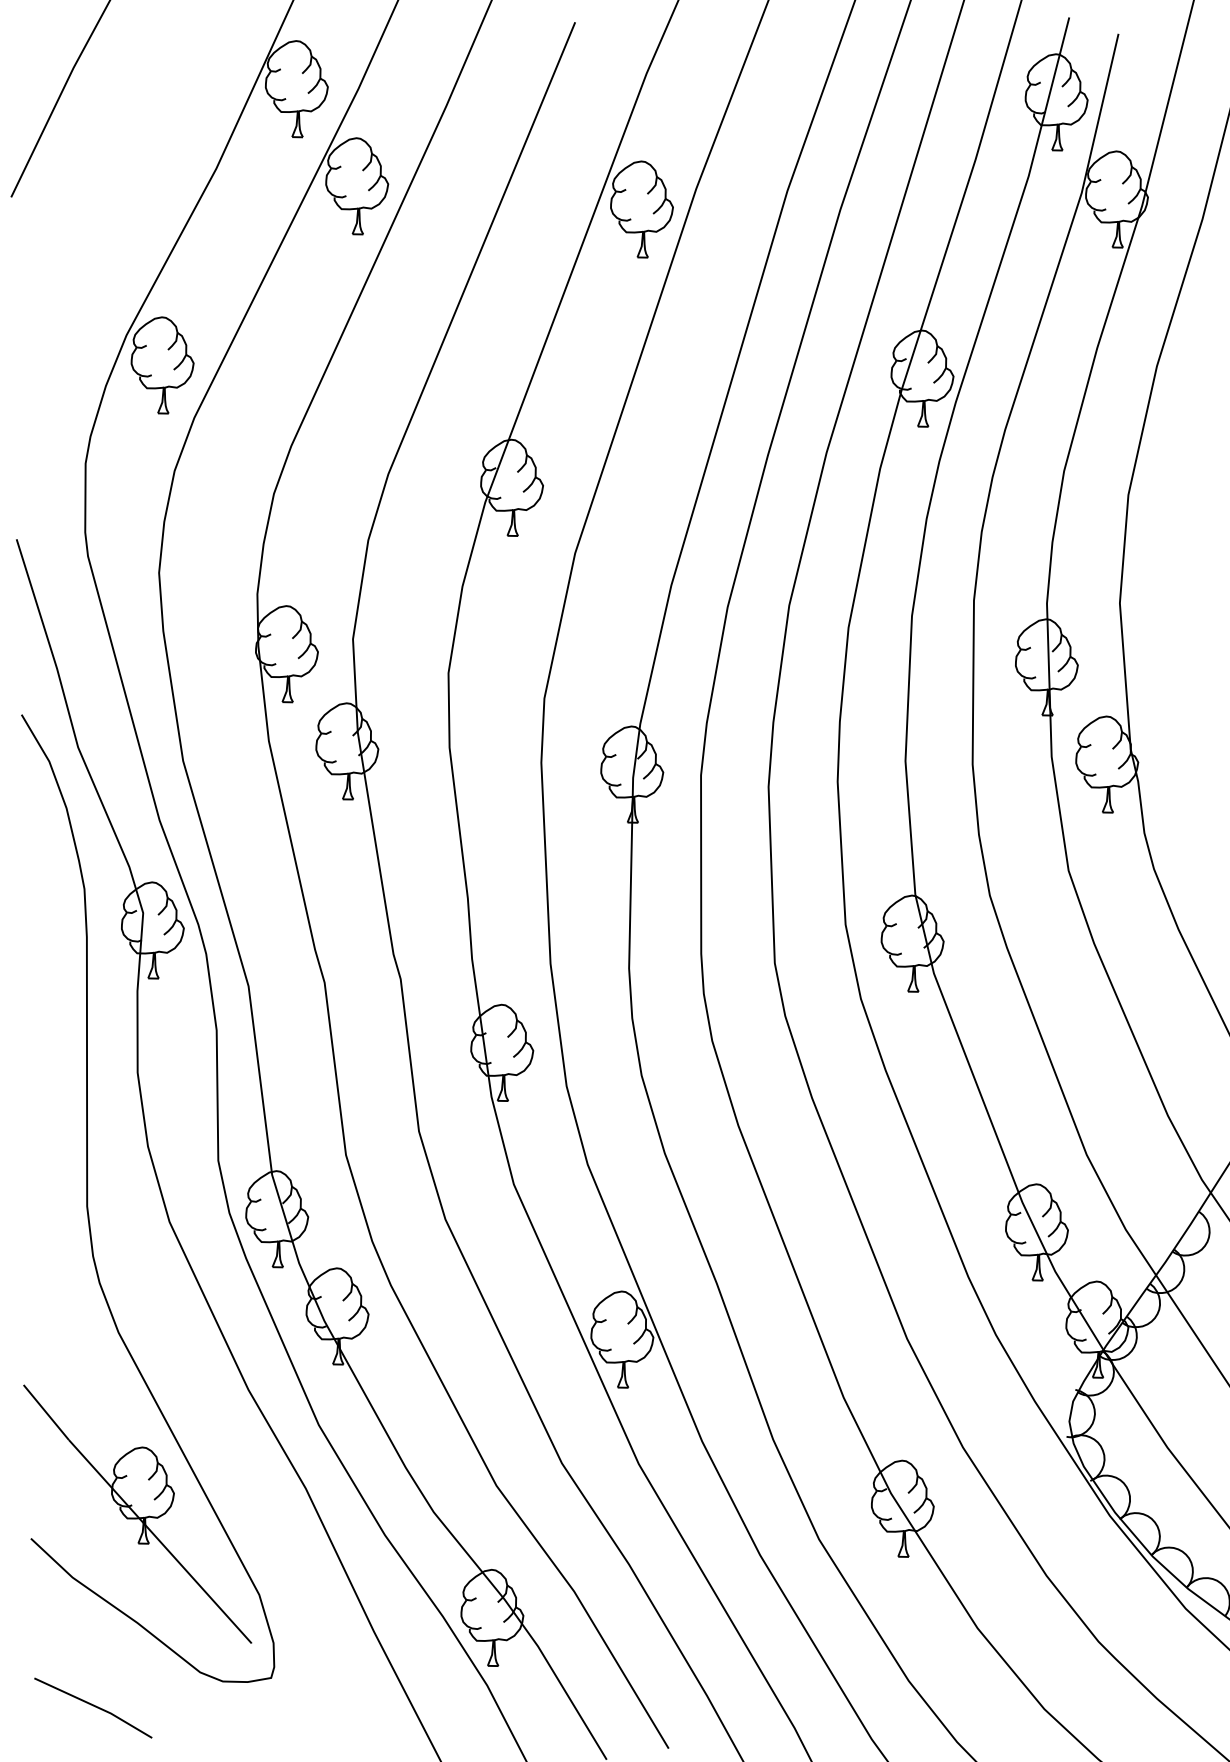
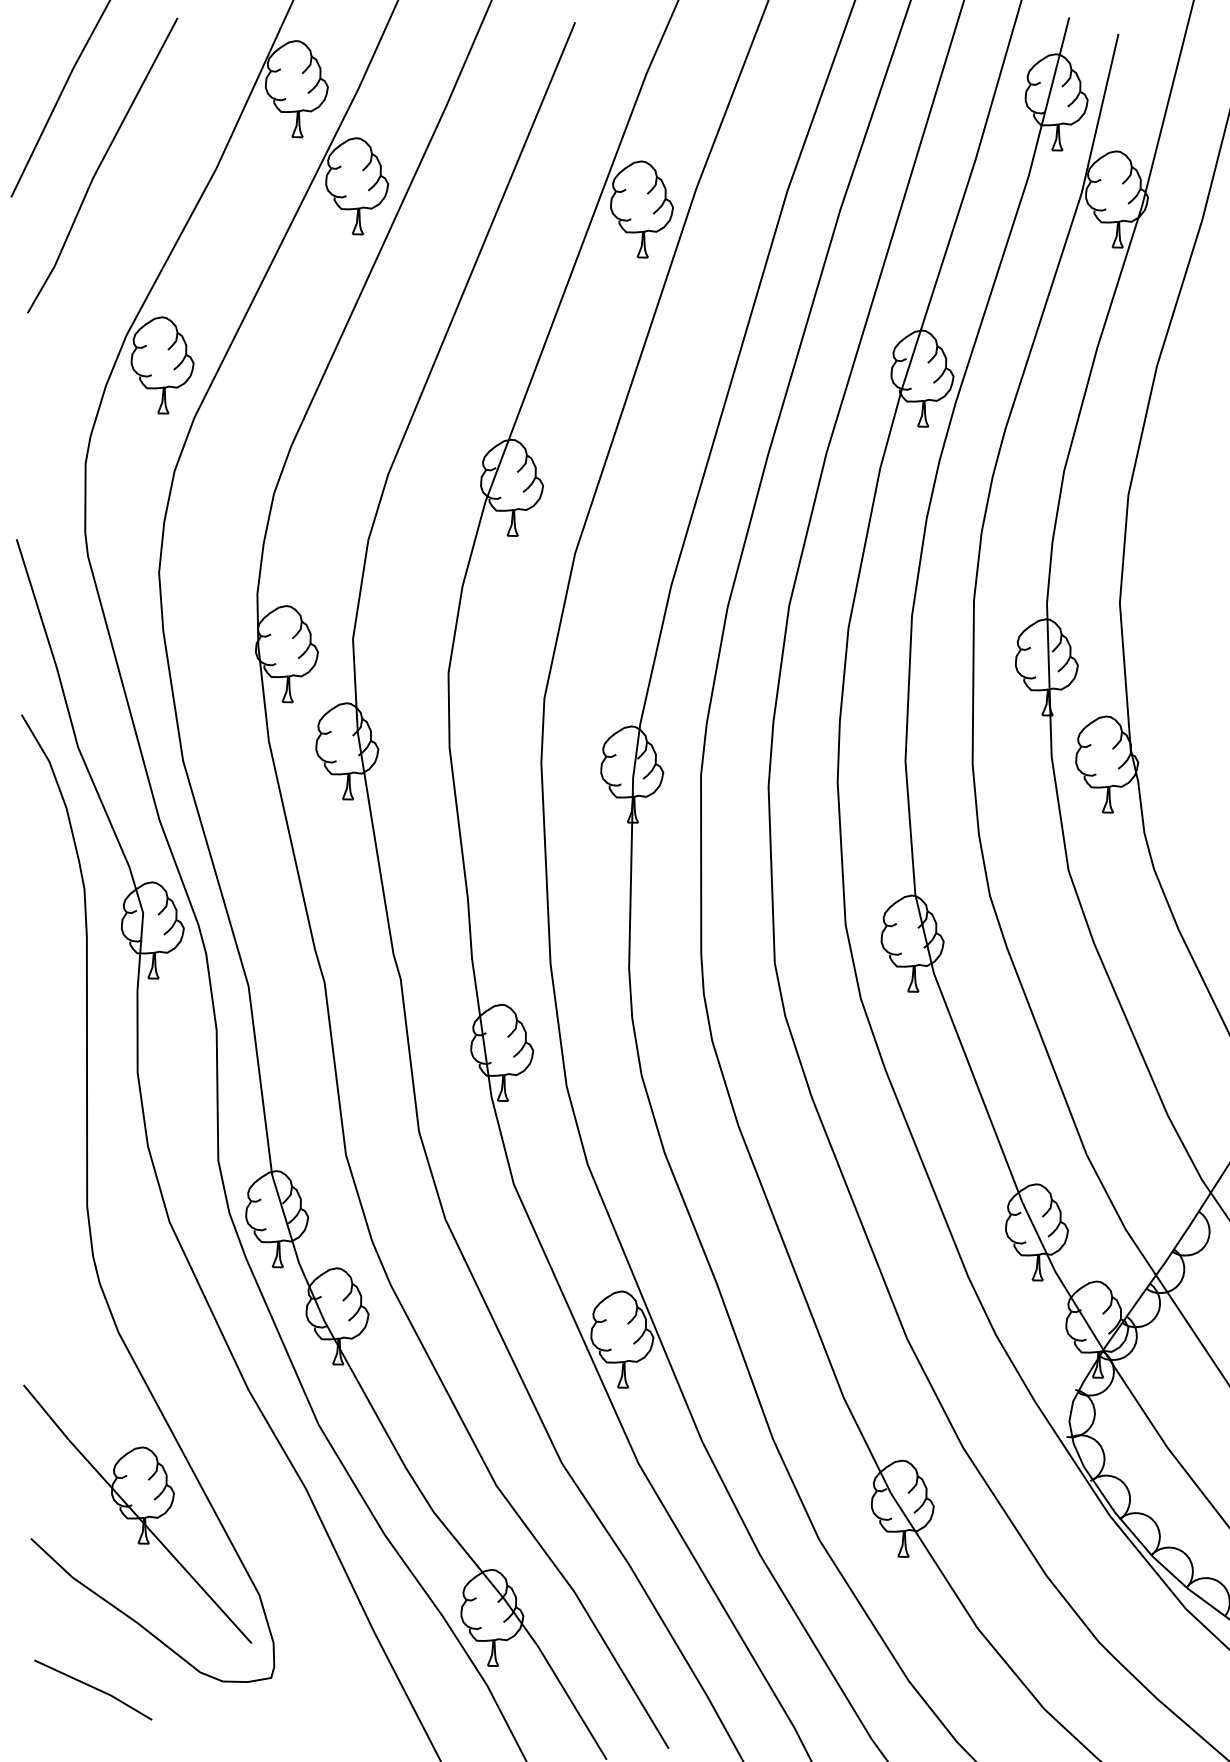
line at (101, 164): none -> present
line at (93, 1706) position: (93, 1706) -> (93, 1688)
